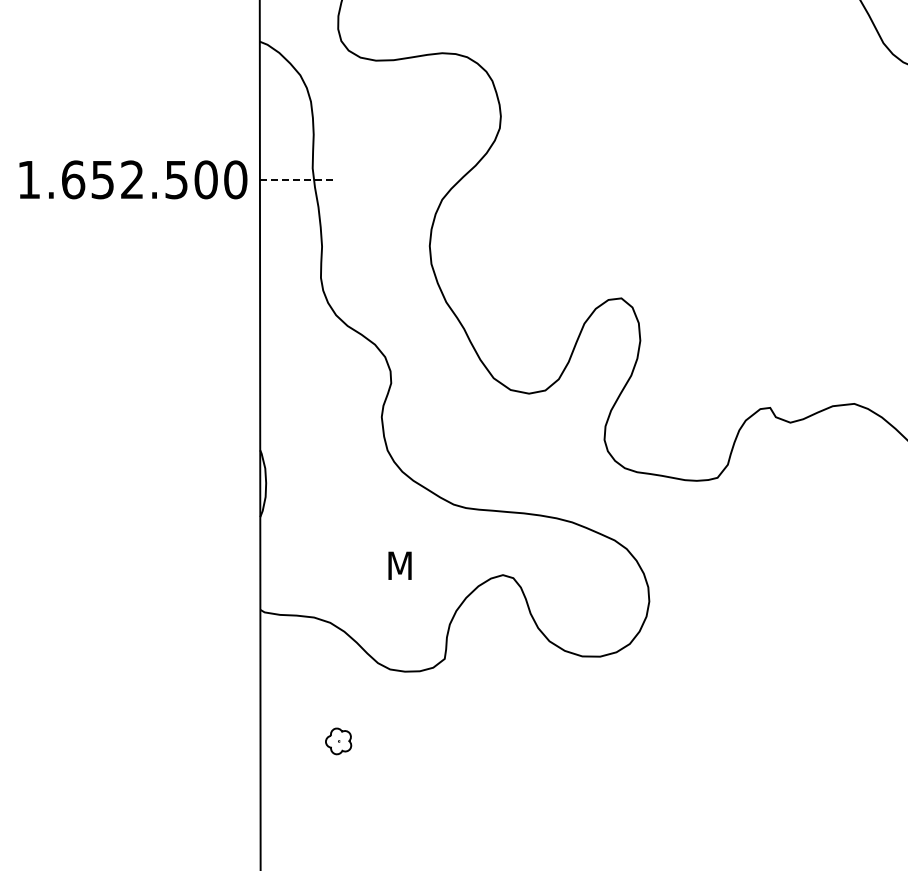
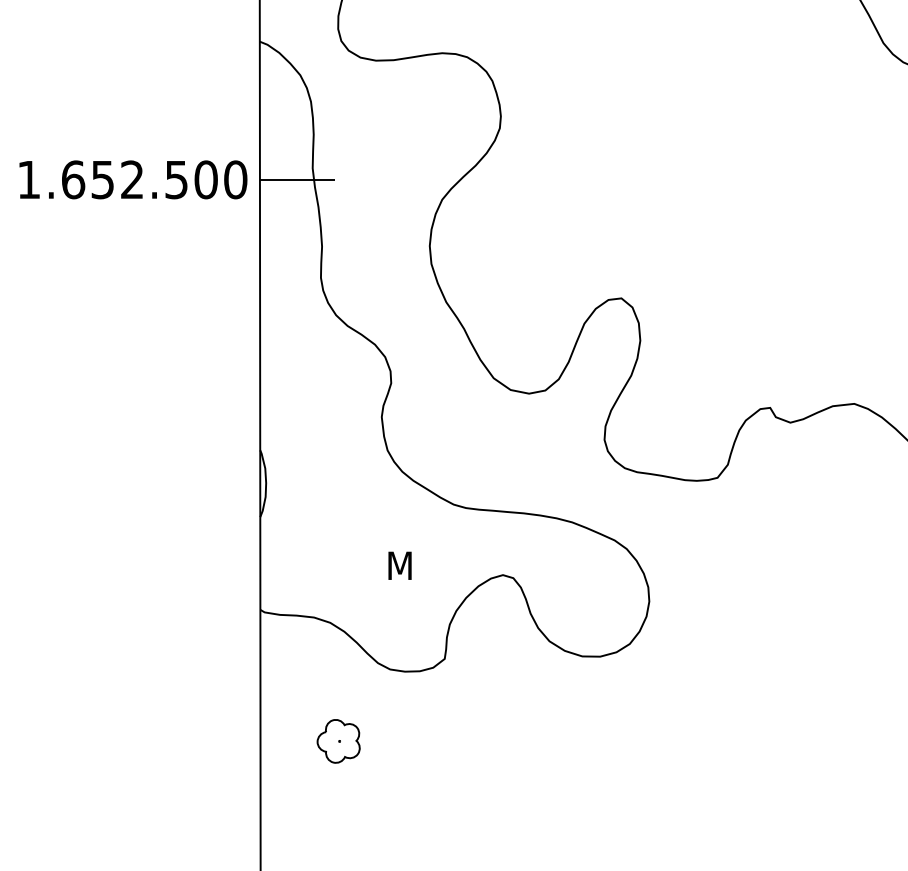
line at (297, 179): dashed -> solid
part at (338, 741) size: 28x29 px -> 45x45 px
